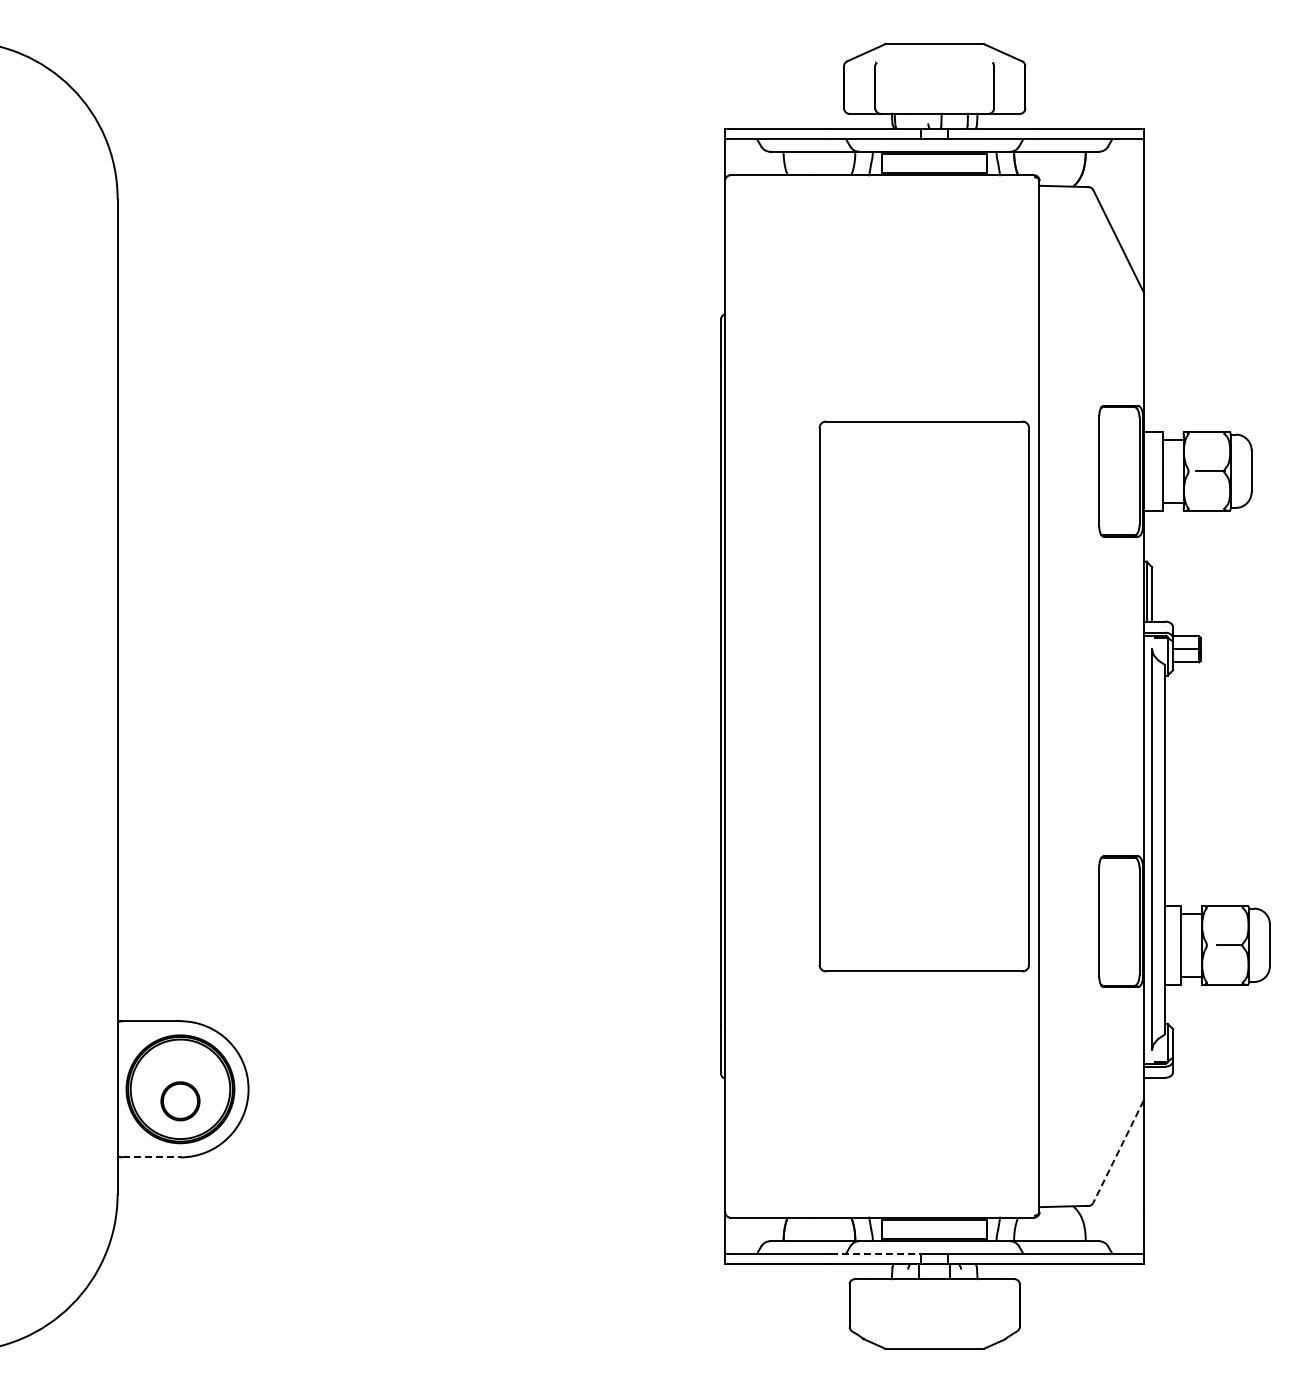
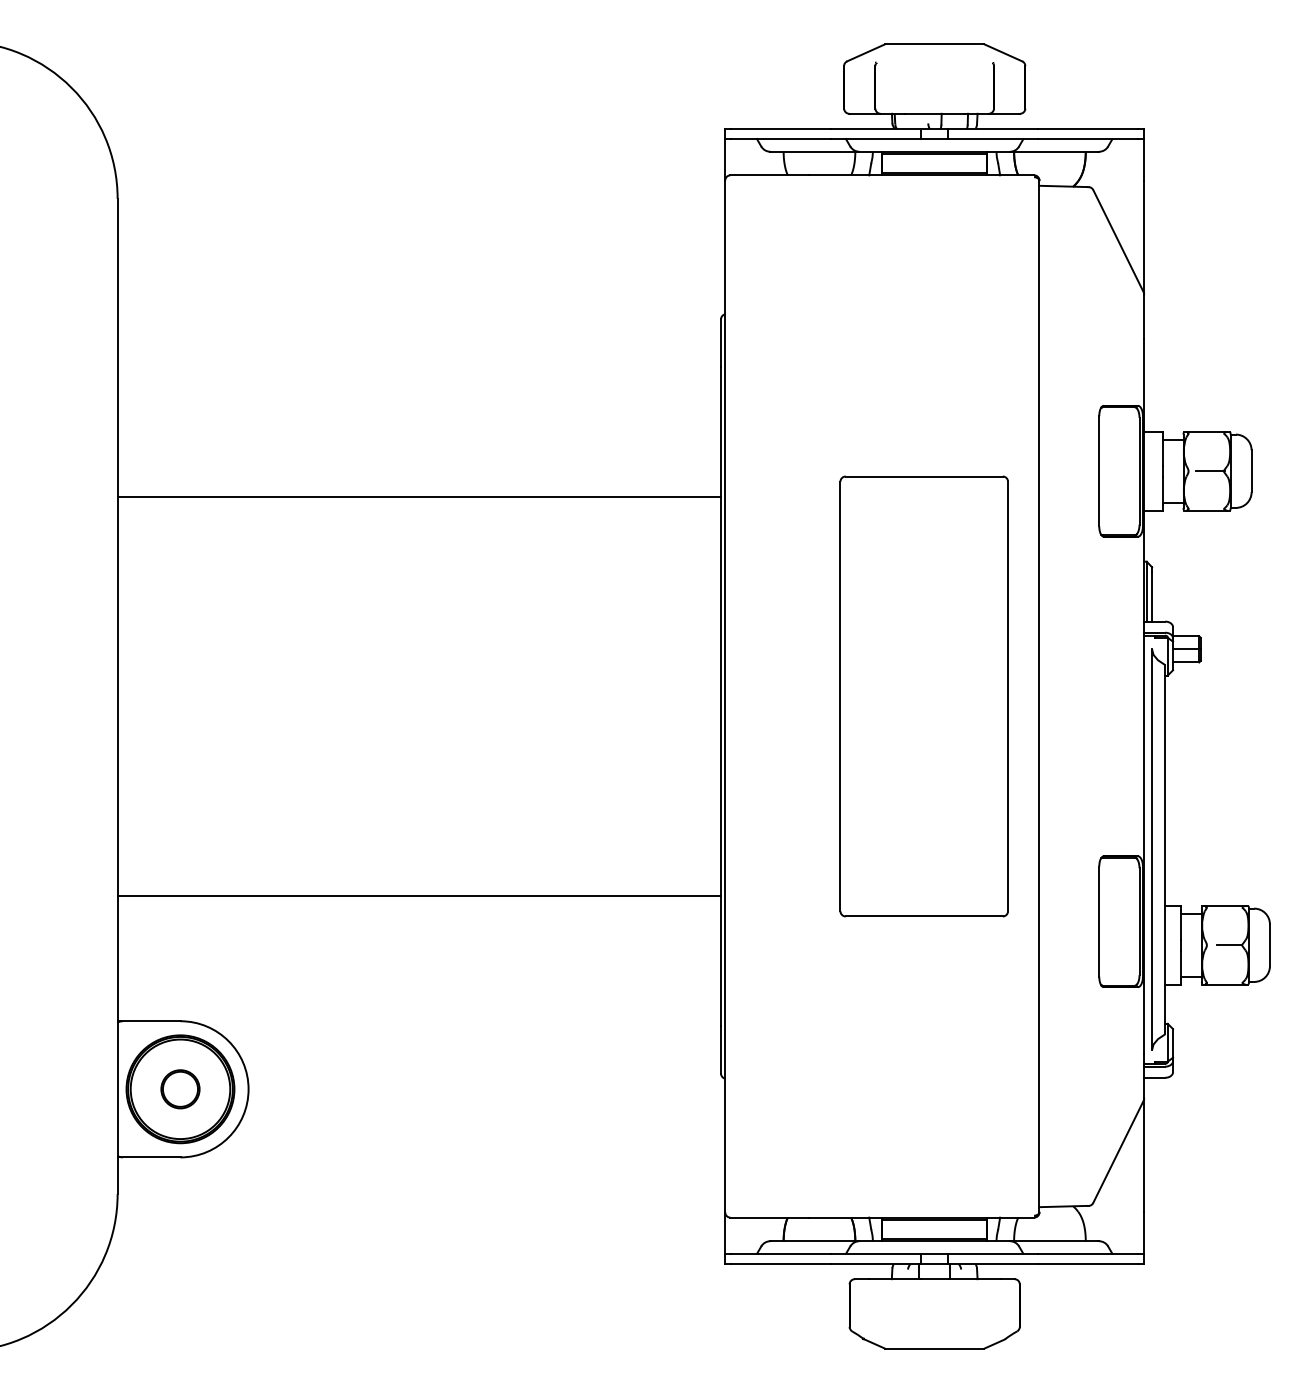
line at (419, 497): none -> present
part at (923, 696) size: 212x553 px -> 170x443 px
line at (419, 895): none -> present
part at (180, 1101) position: (180, 1101) -> (180, 1089)
line at (1118, 1151): dashed -> solid
line at (151, 1157): dashed -> solid
line at (876, 1253): dashed -> solid
